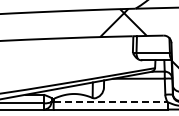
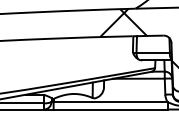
line at (111, 102): dashed -> solid
